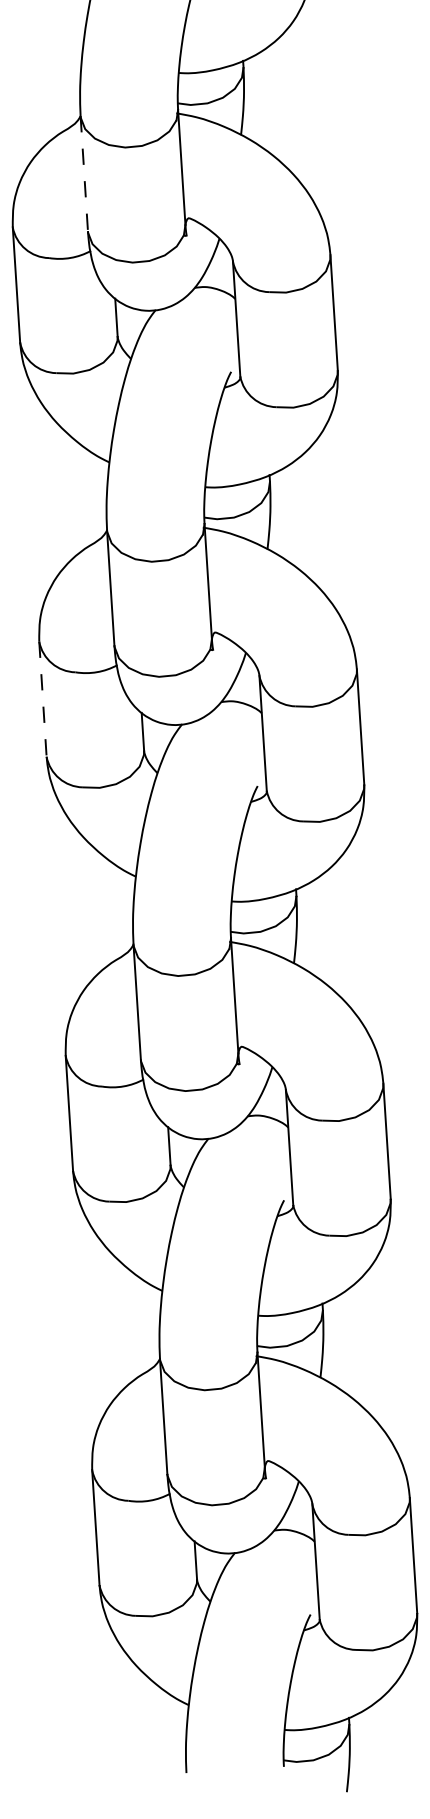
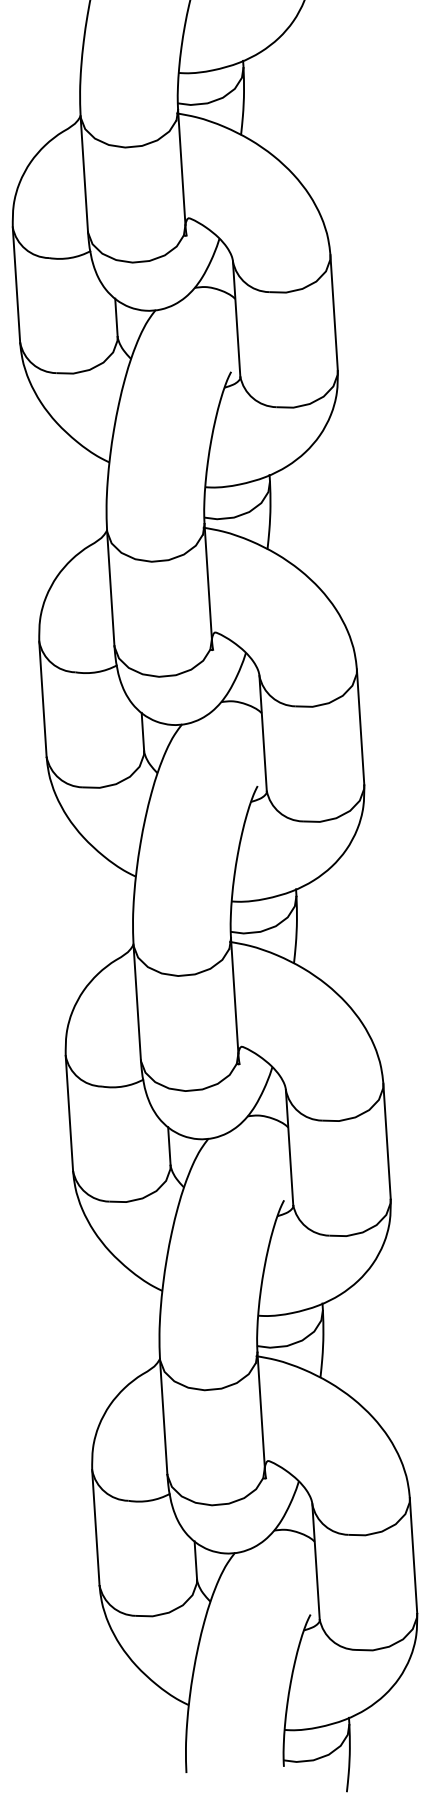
line at (84, 173): dashed -> solid
line at (42, 699): dashed -> solid
